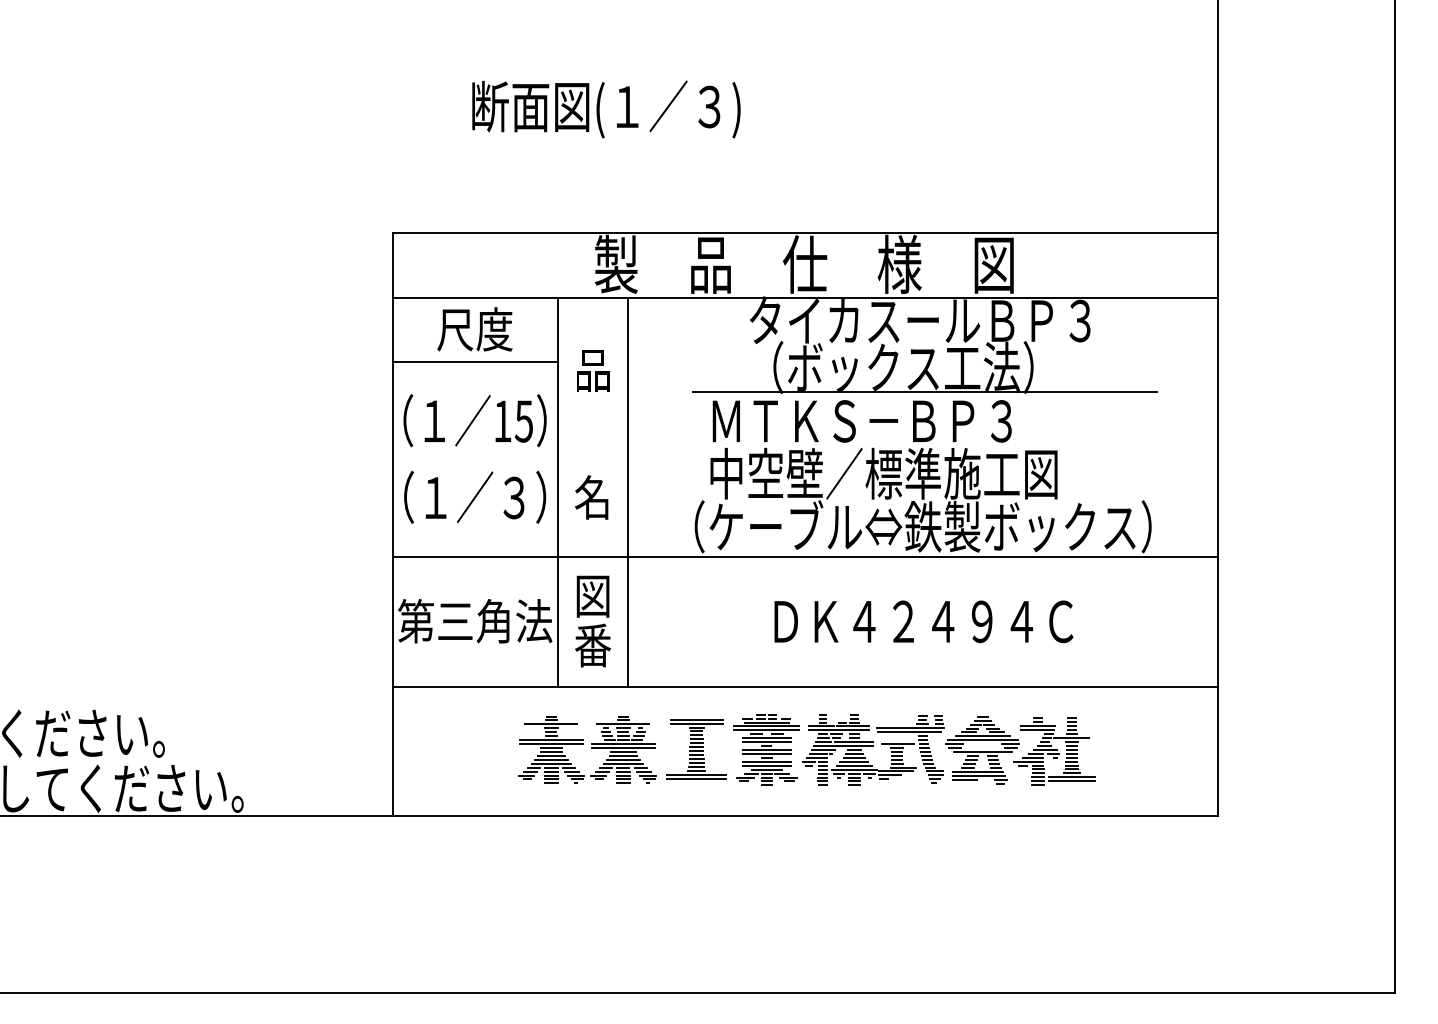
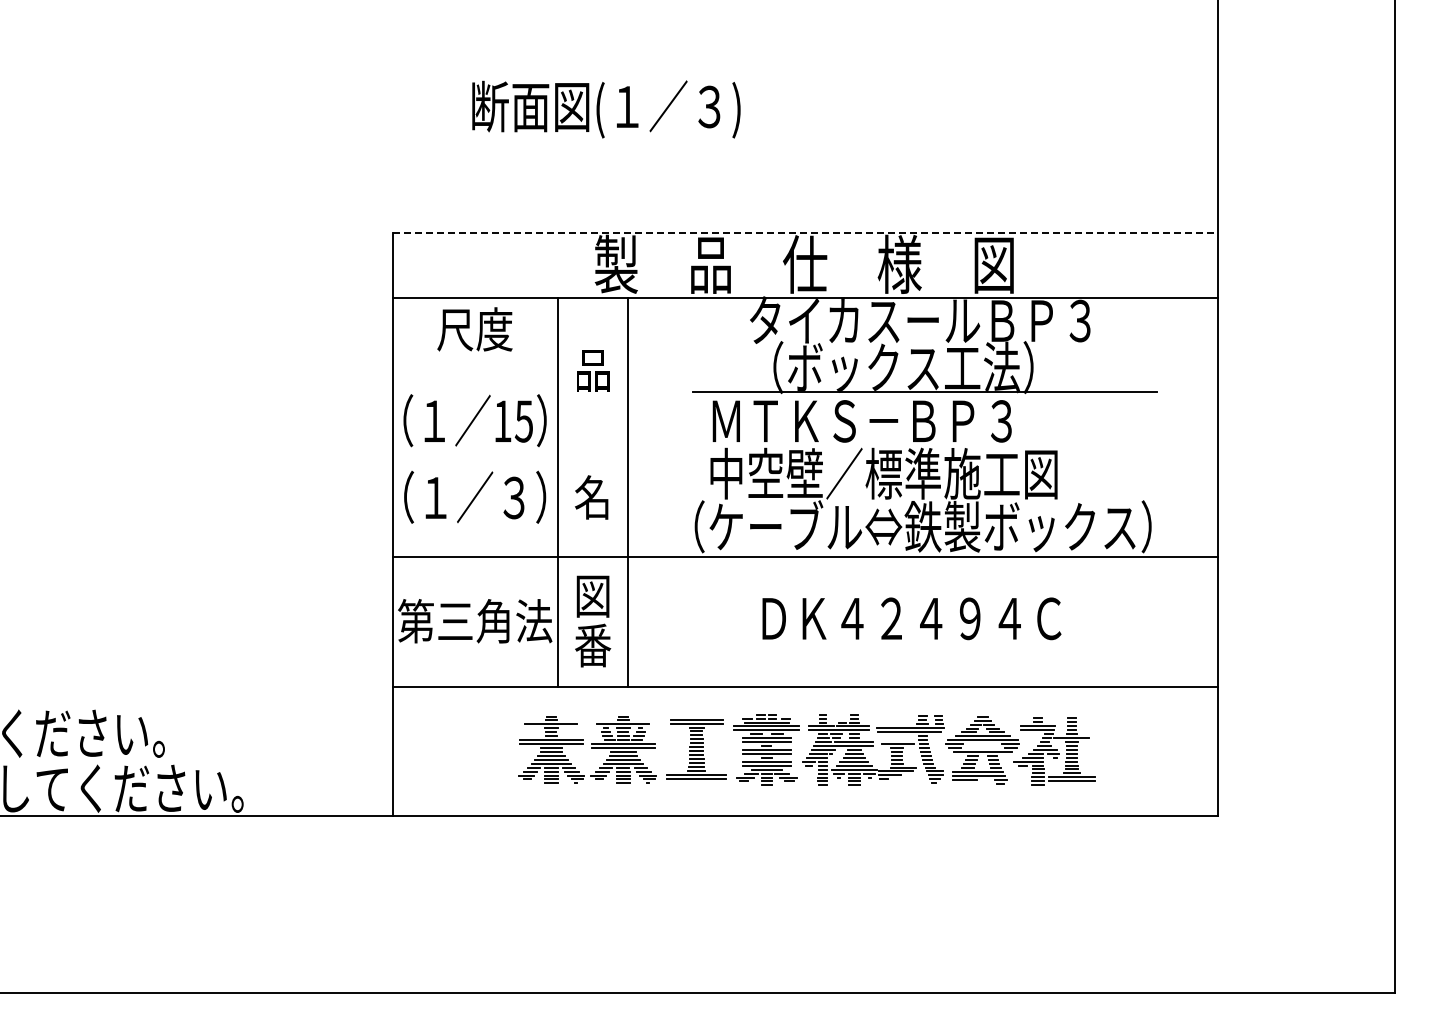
line at (805, 232): solid -> dashed
line at (474, 362): present -> none
text at (923, 621) position: (923, 621) -> (911, 618)
